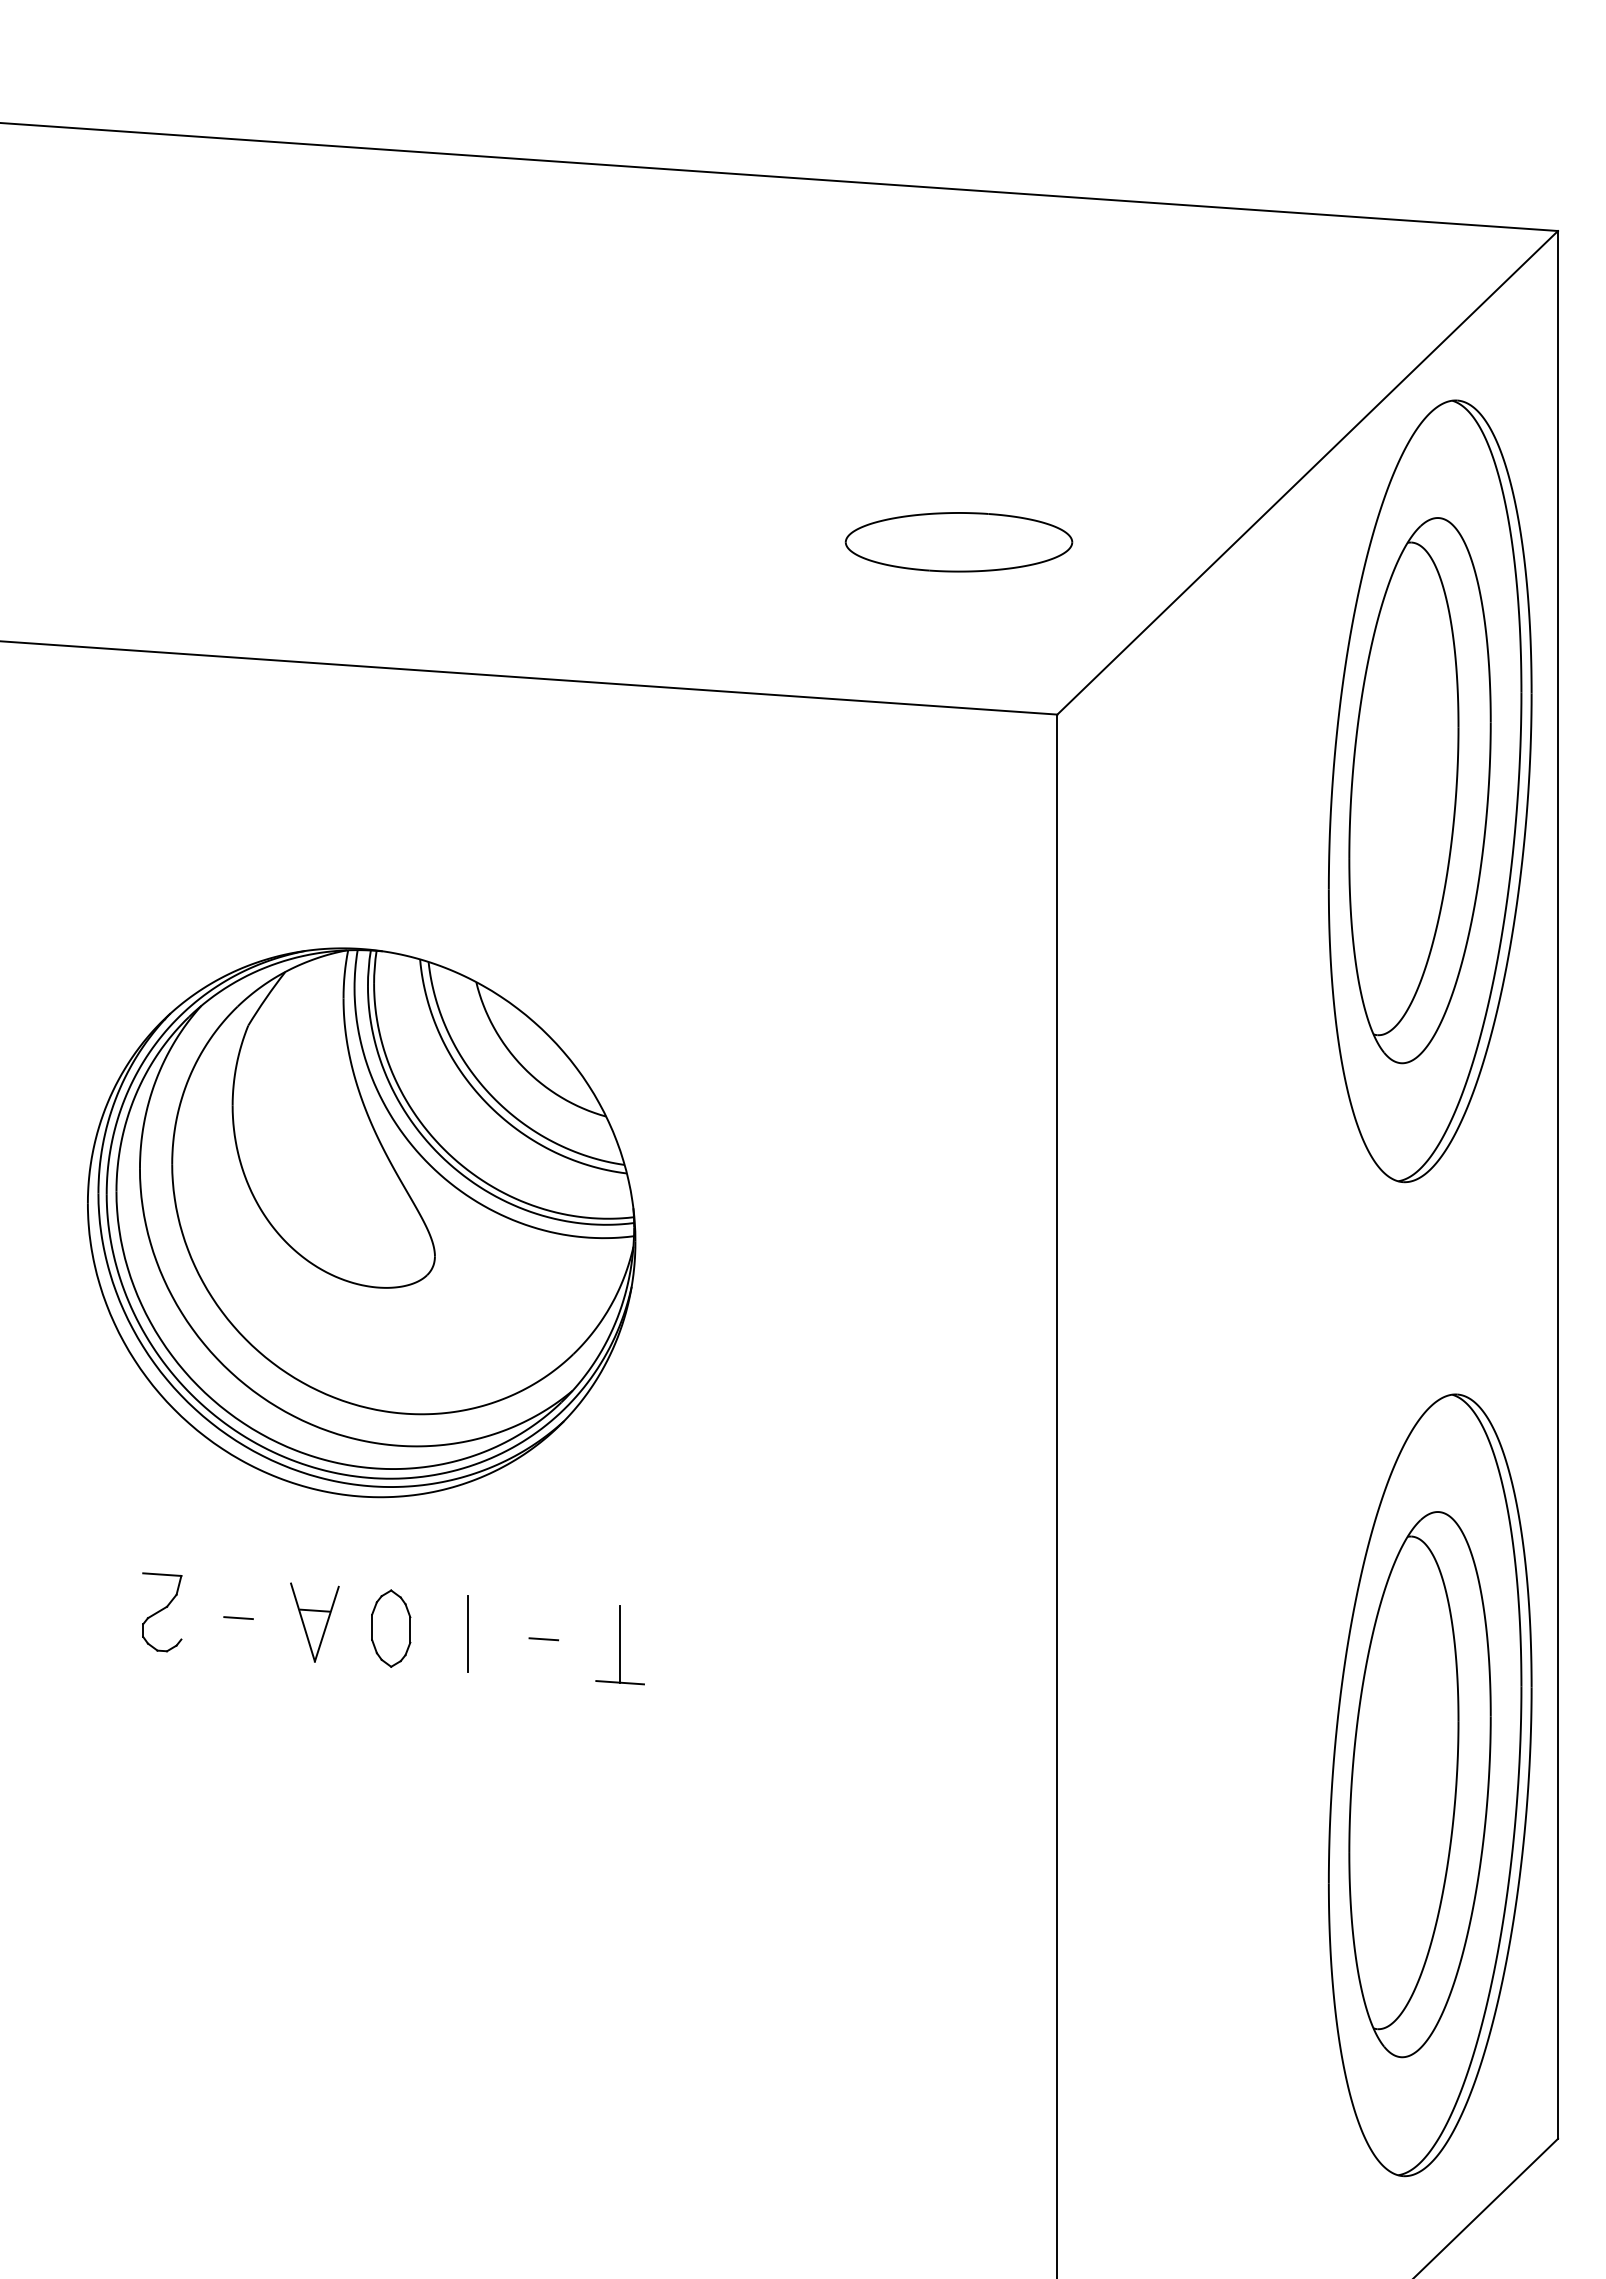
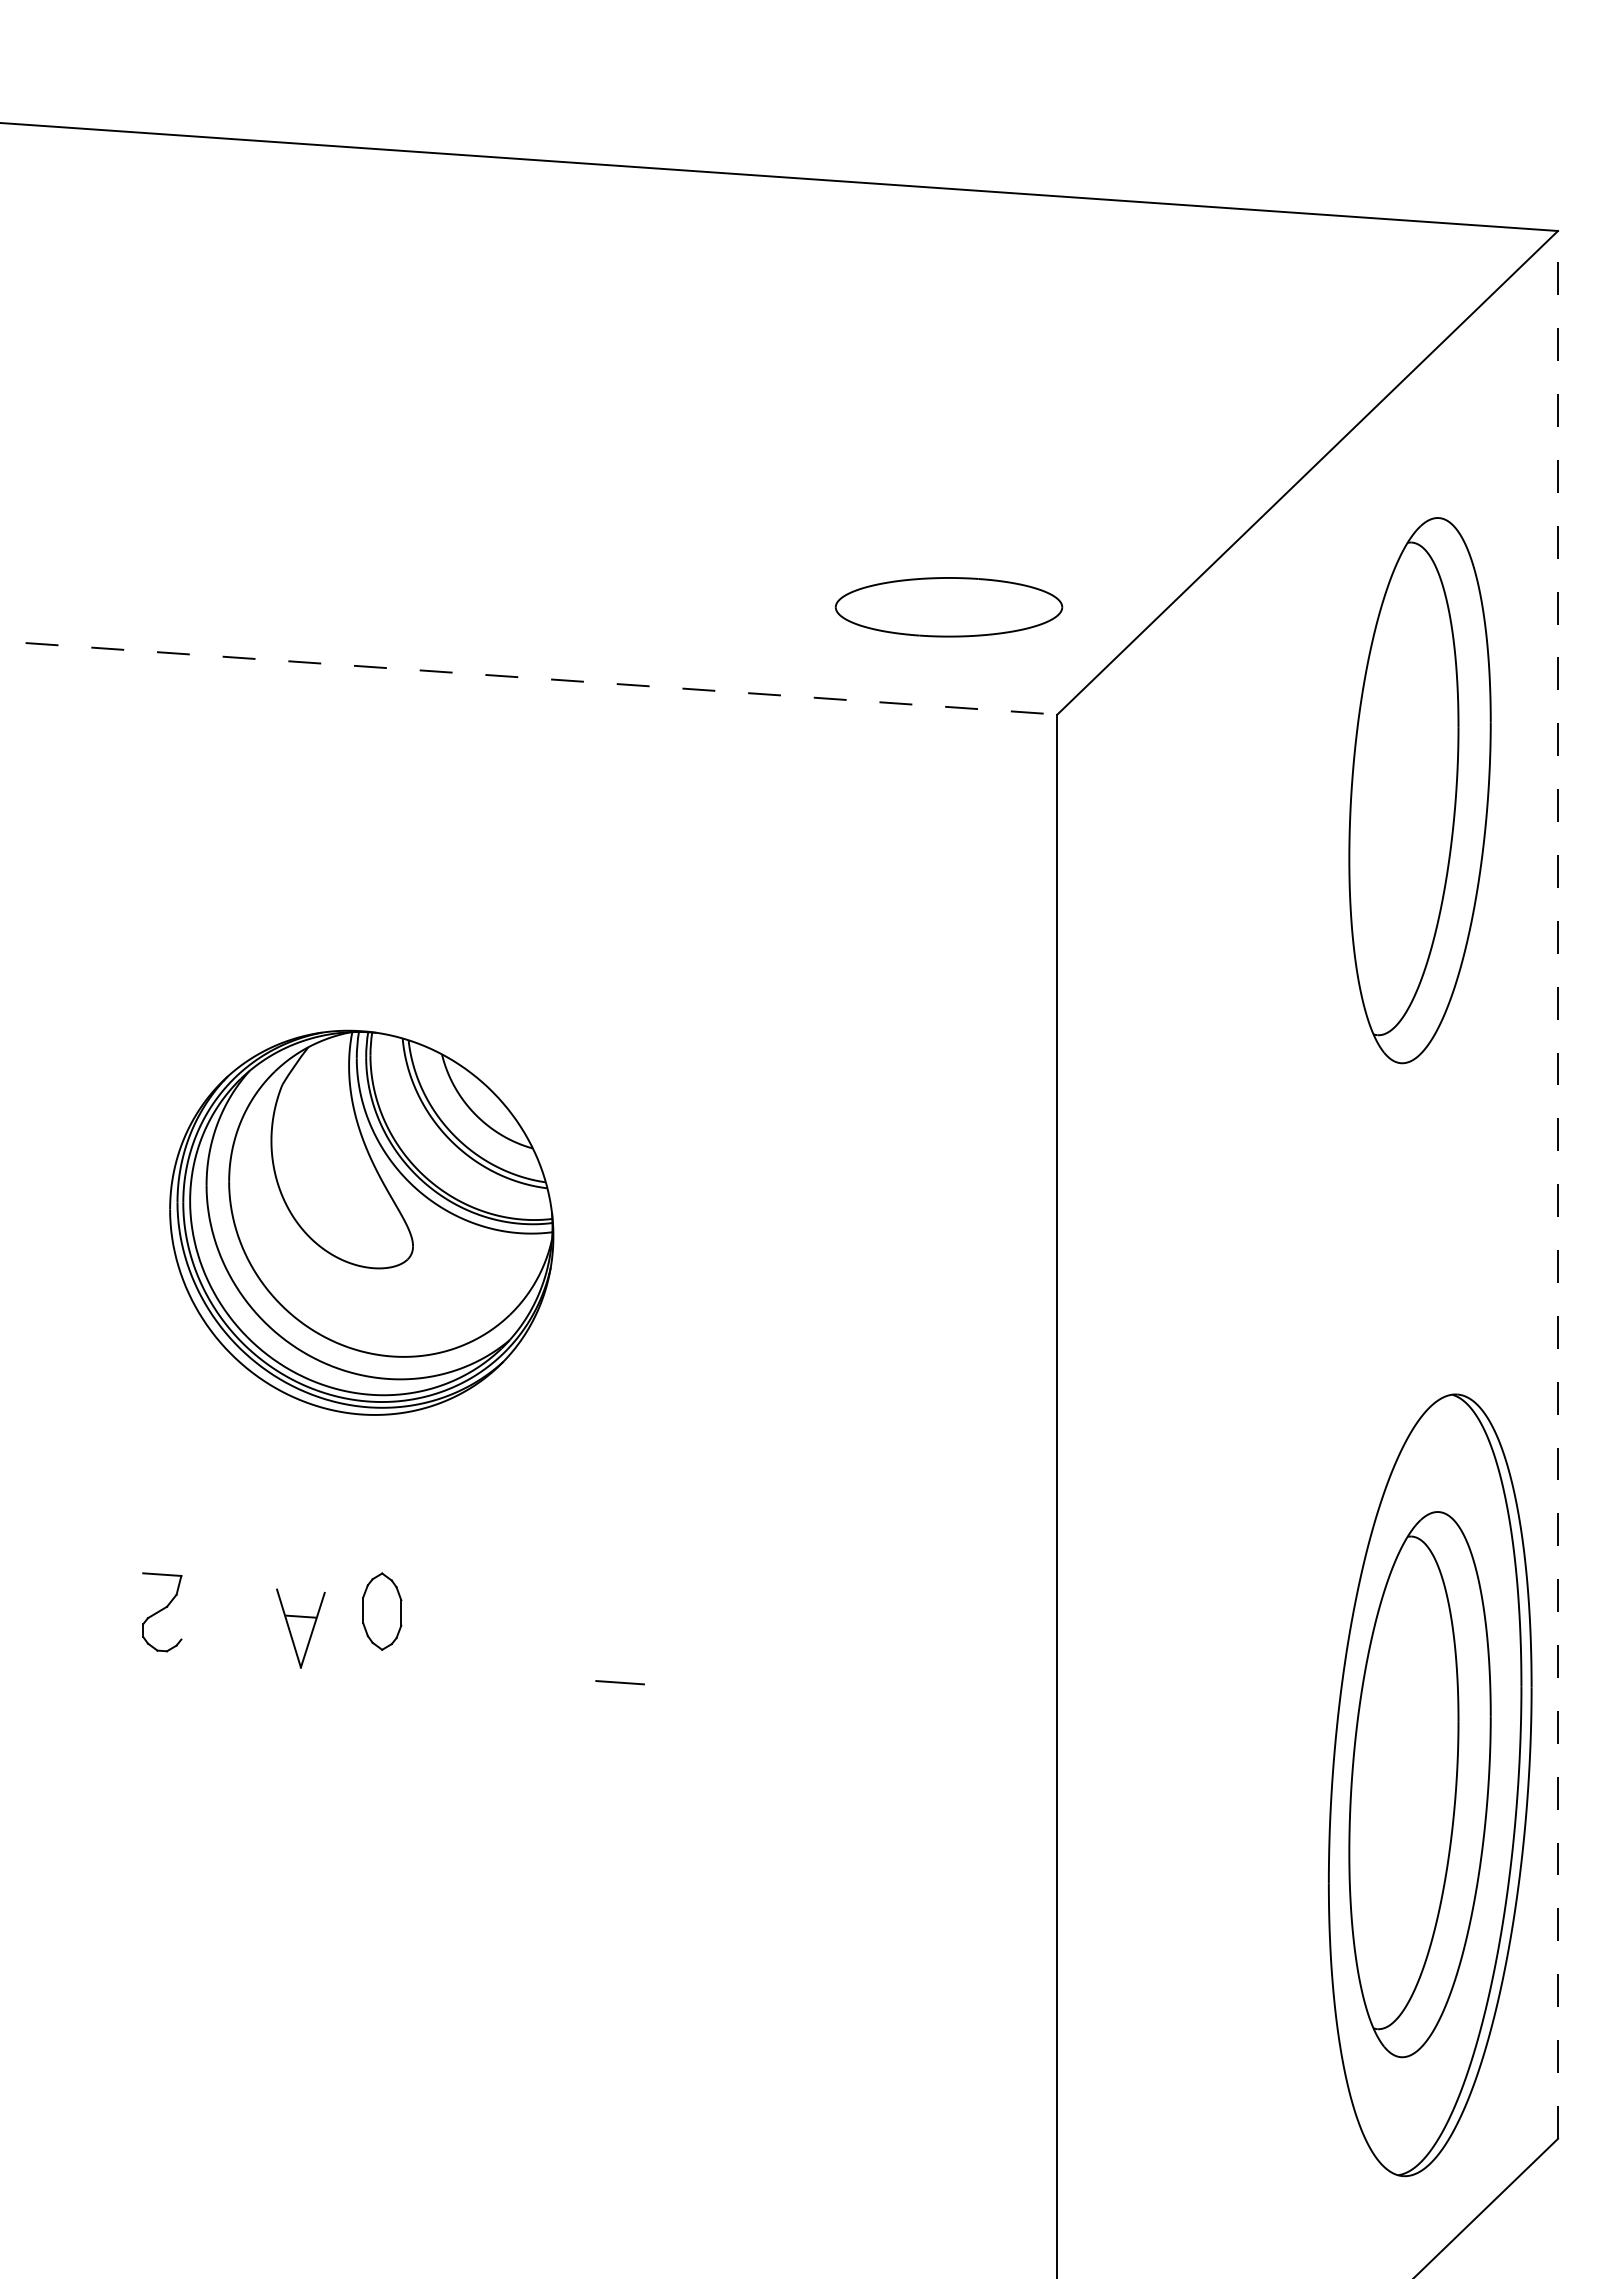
part at (958, 542) position: (958, 542) -> (948, 607)
line at (529, 678): solid -> dashed
part at (1430, 791): present -> none
line at (1558, 1184): solid -> dashed
part at (361, 1222) size: 550x552 px -> 386x387 px
line at (238, 1617): present -> none
part at (314, 1622) position: (314, 1622) -> (300, 1628)
part at (391, 1628) position: (391, 1628) -> (382, 1611)
line at (467, 1633): present -> none
line at (543, 1639): present -> none
line at (620, 1644): present -> none
